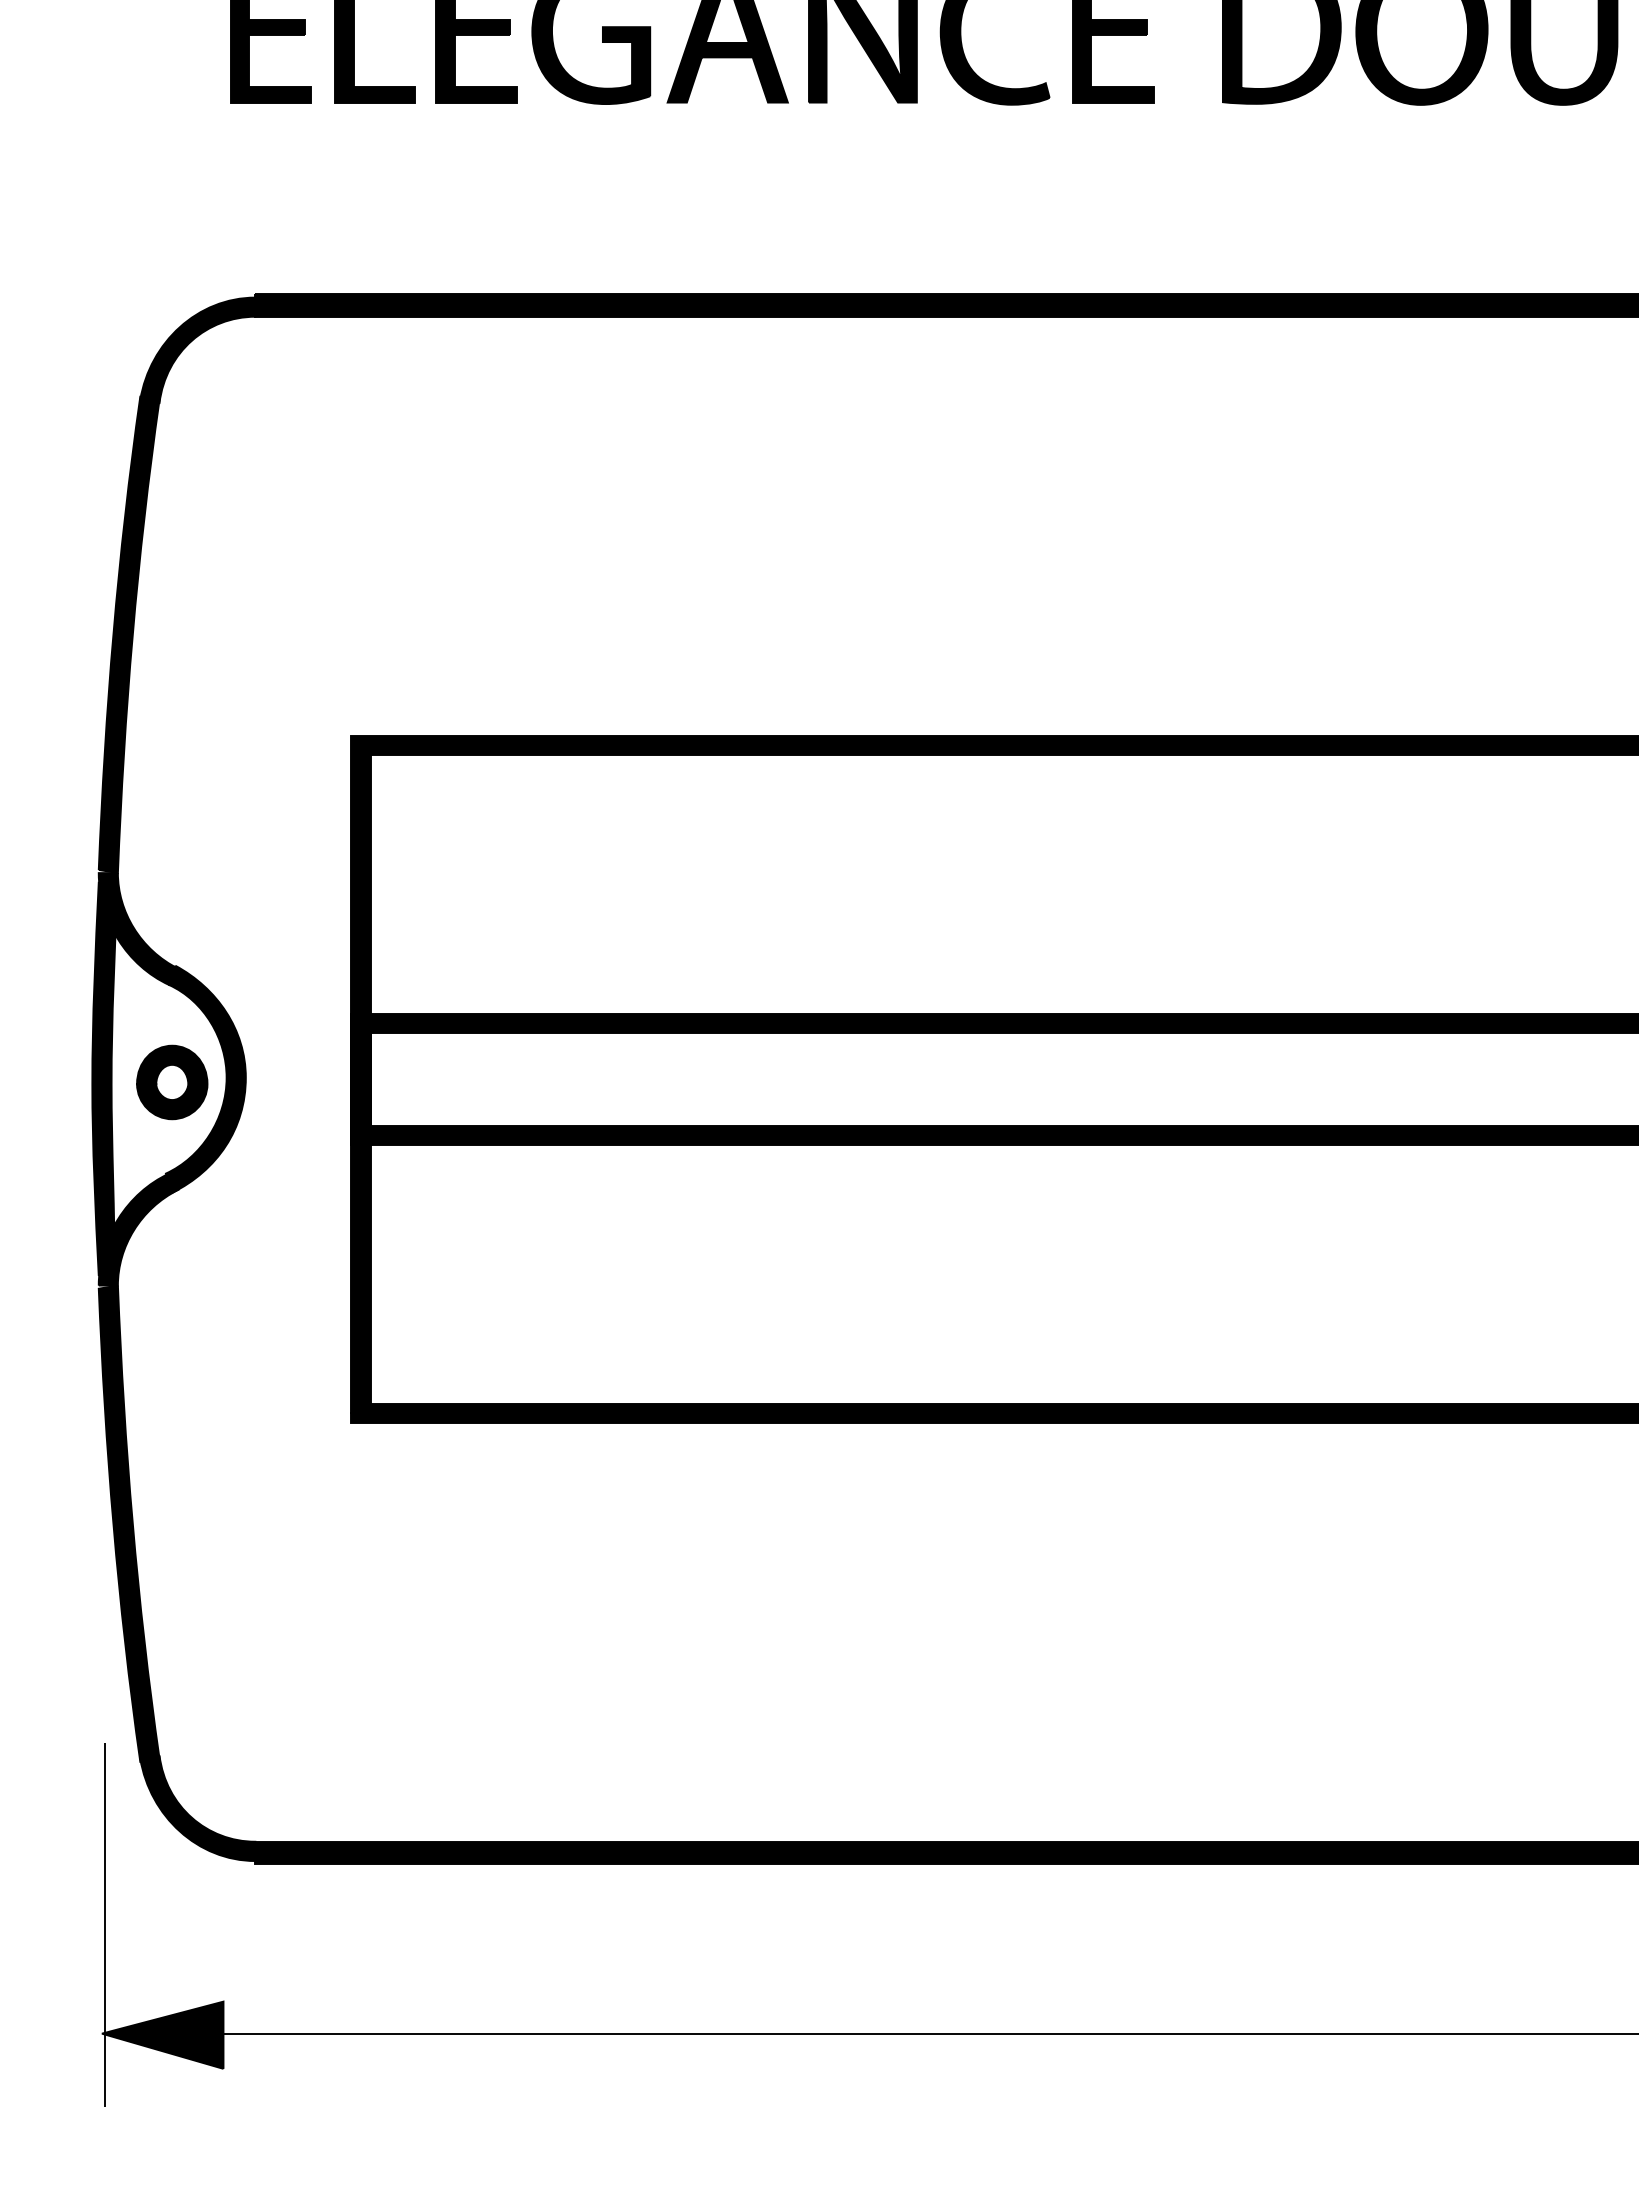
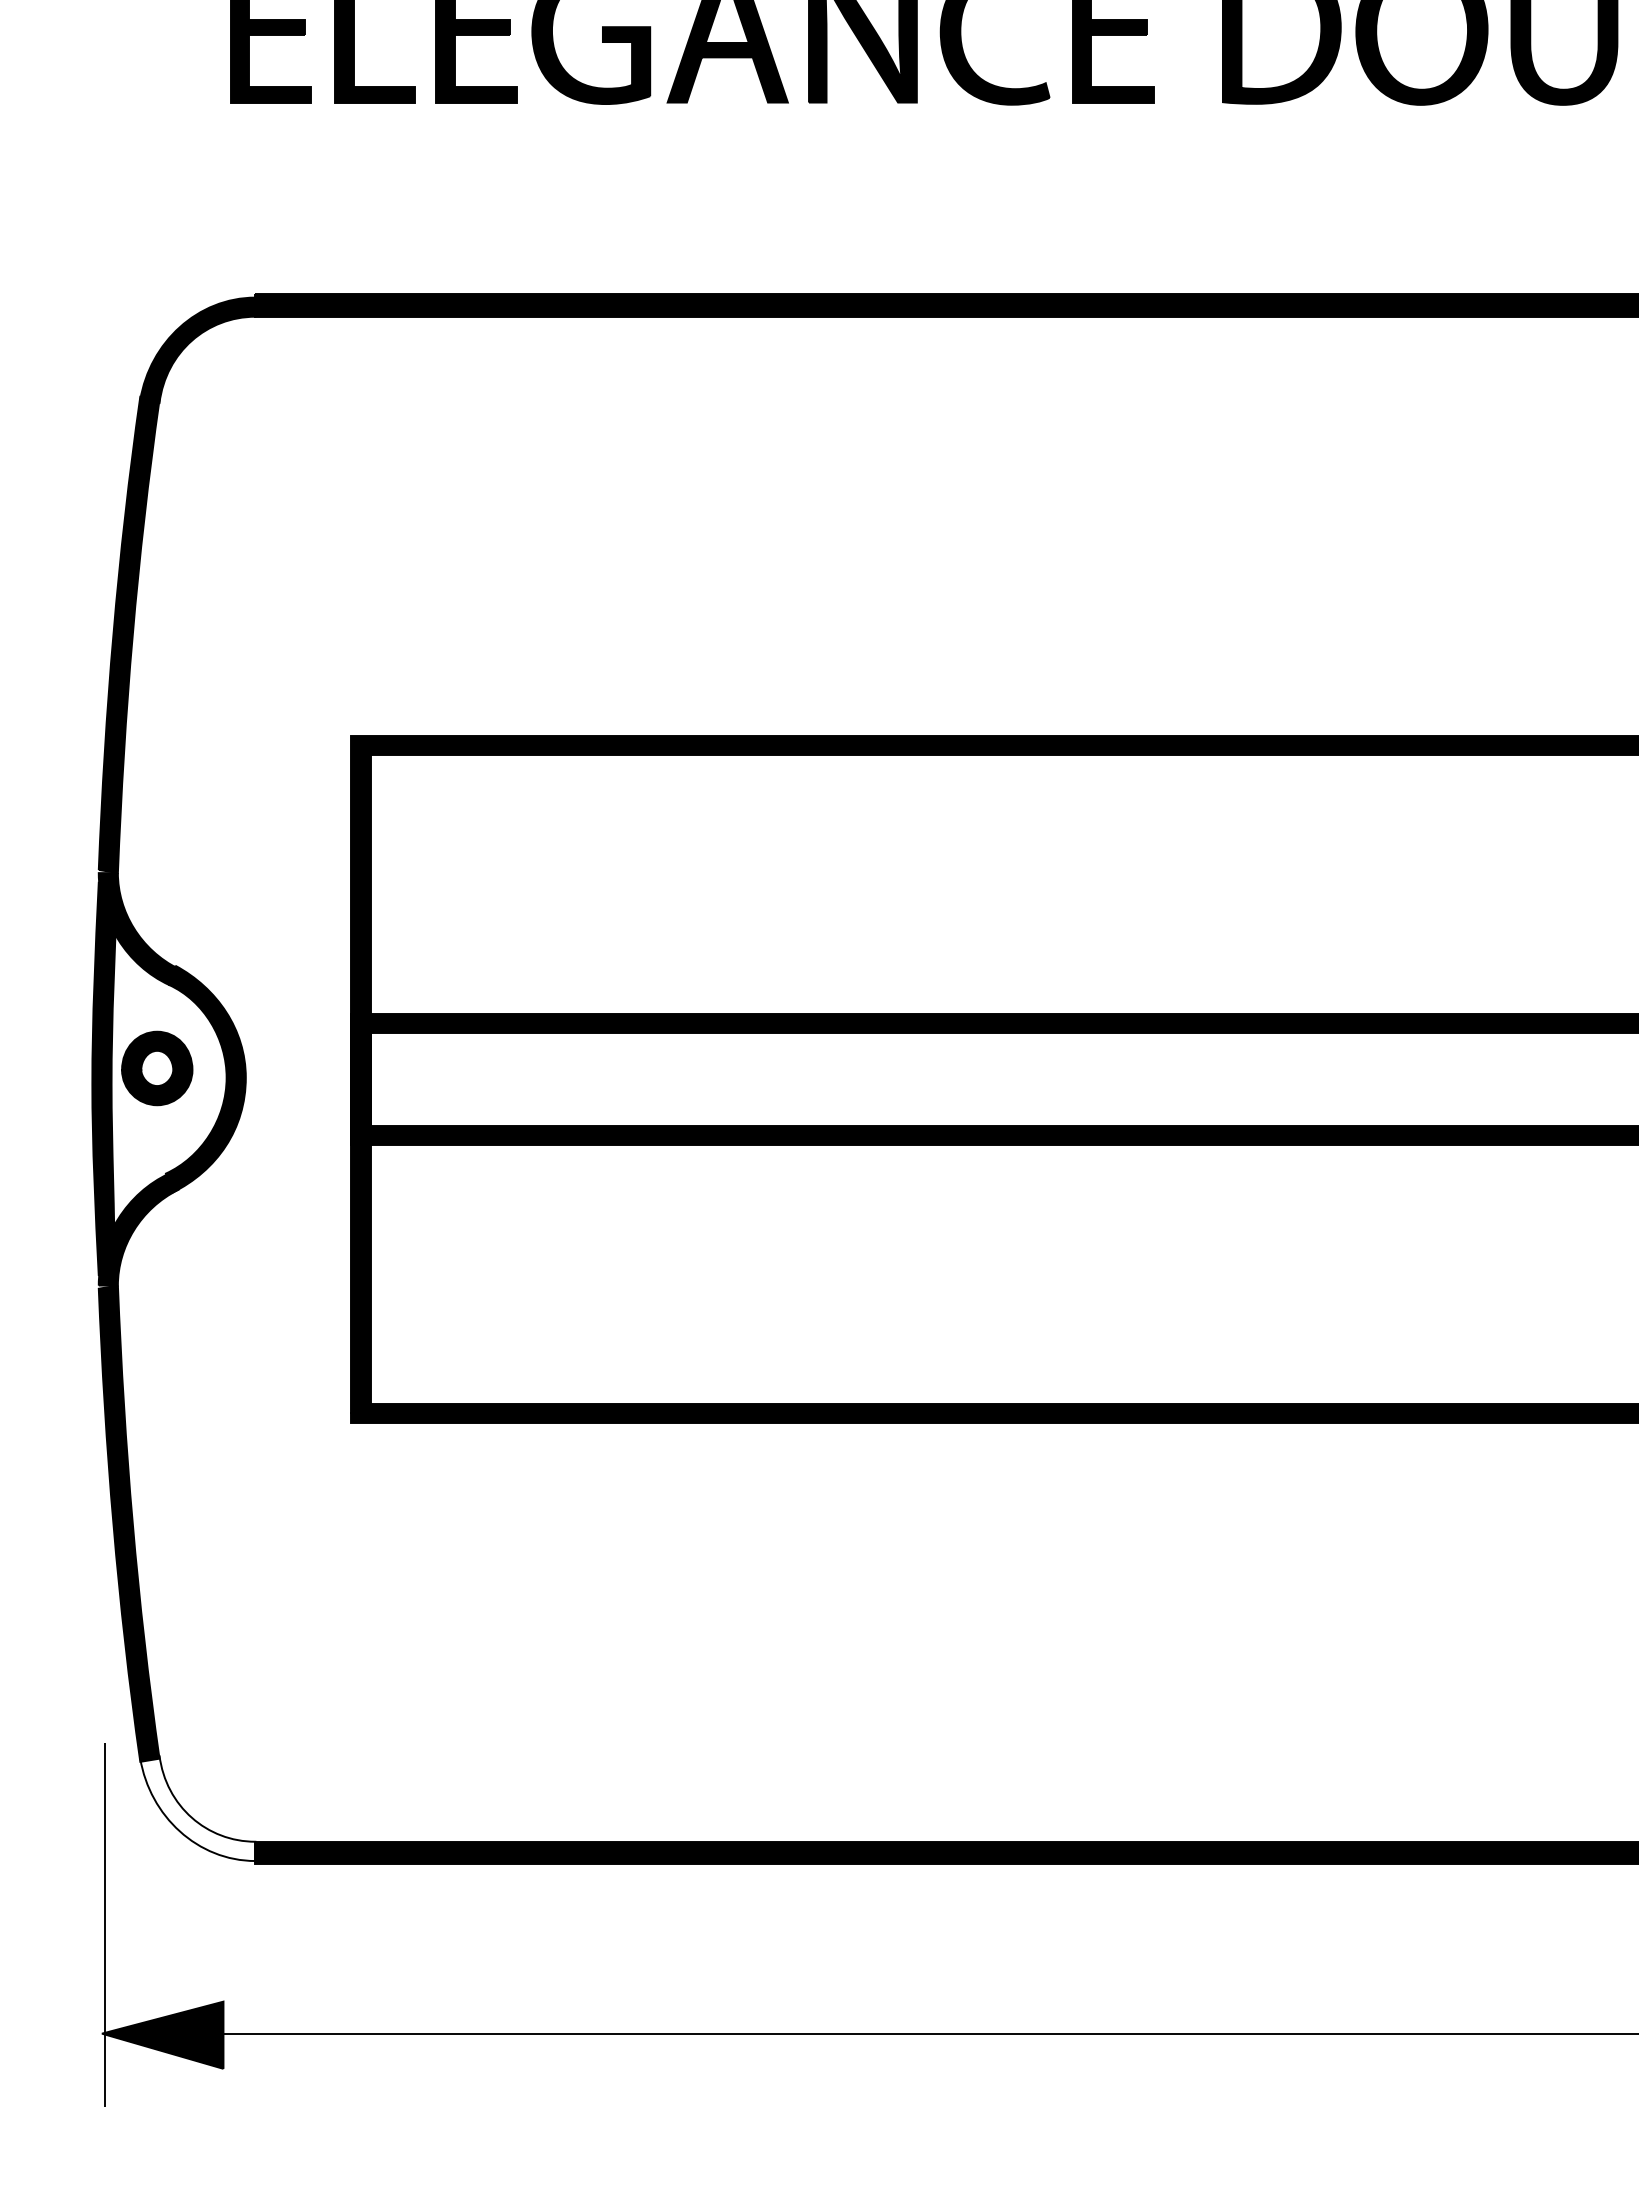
part at (172, 1082) position: (172, 1082) -> (157, 1068)
fill at (197, 1808): present -> none
